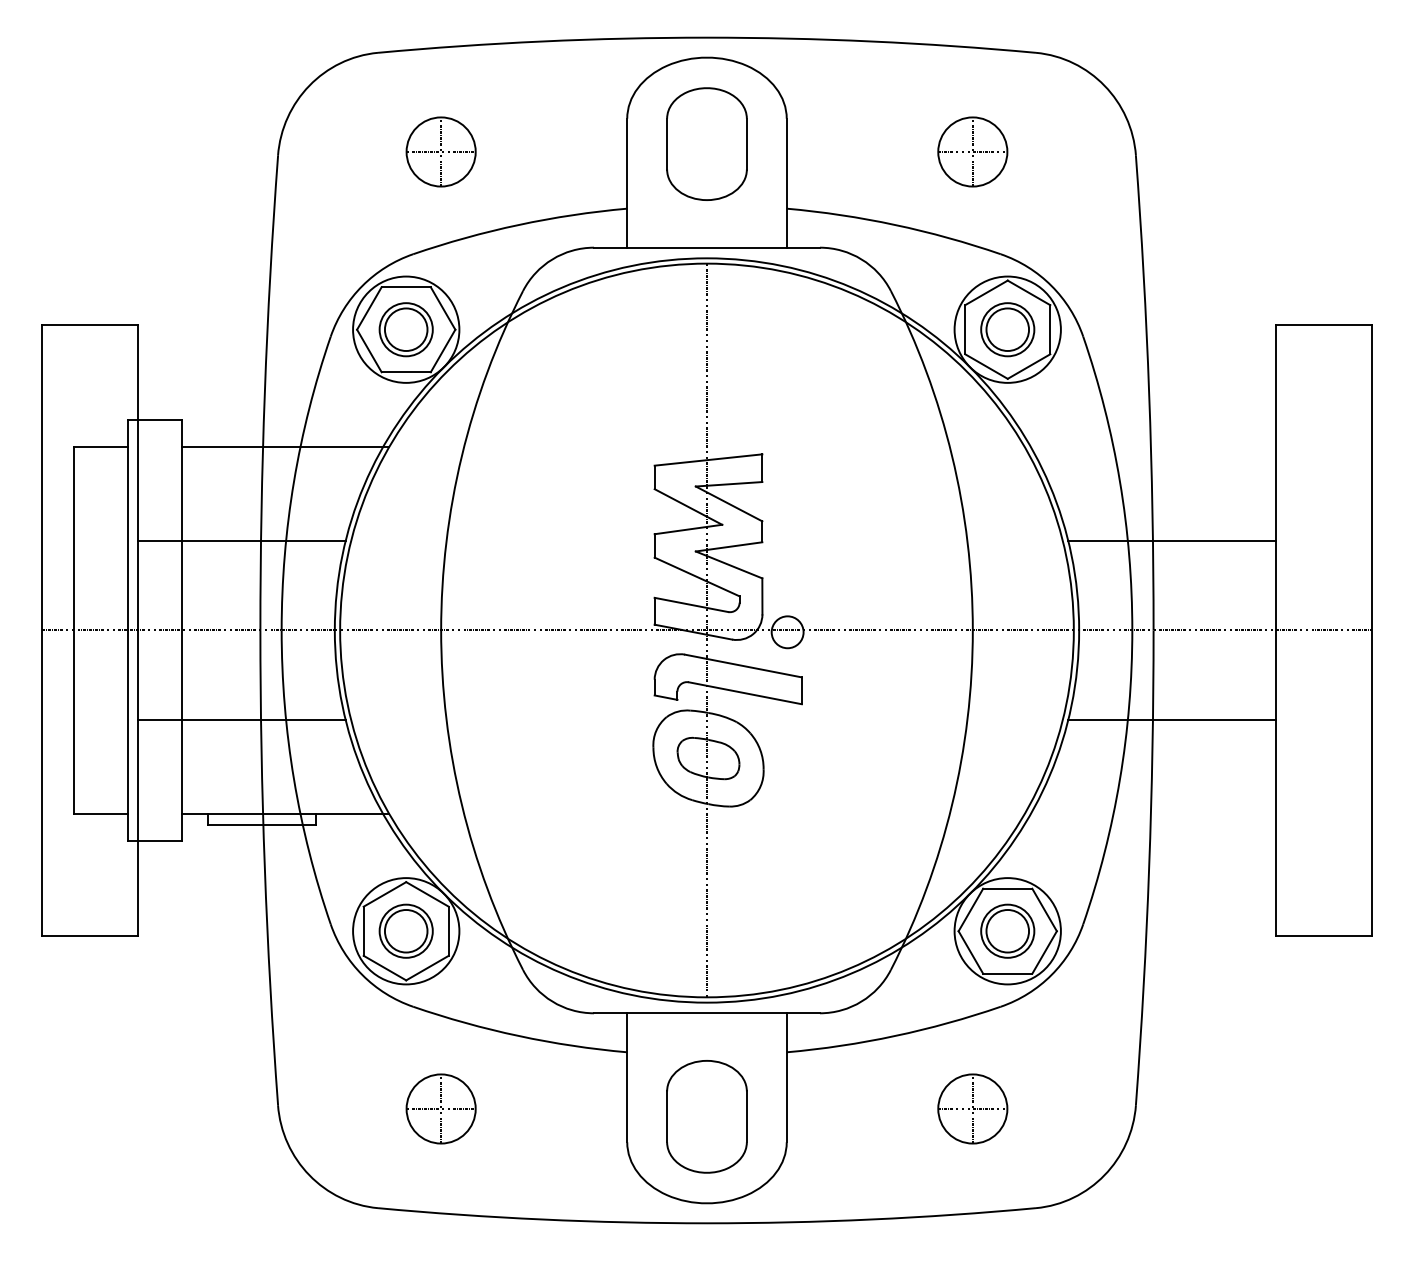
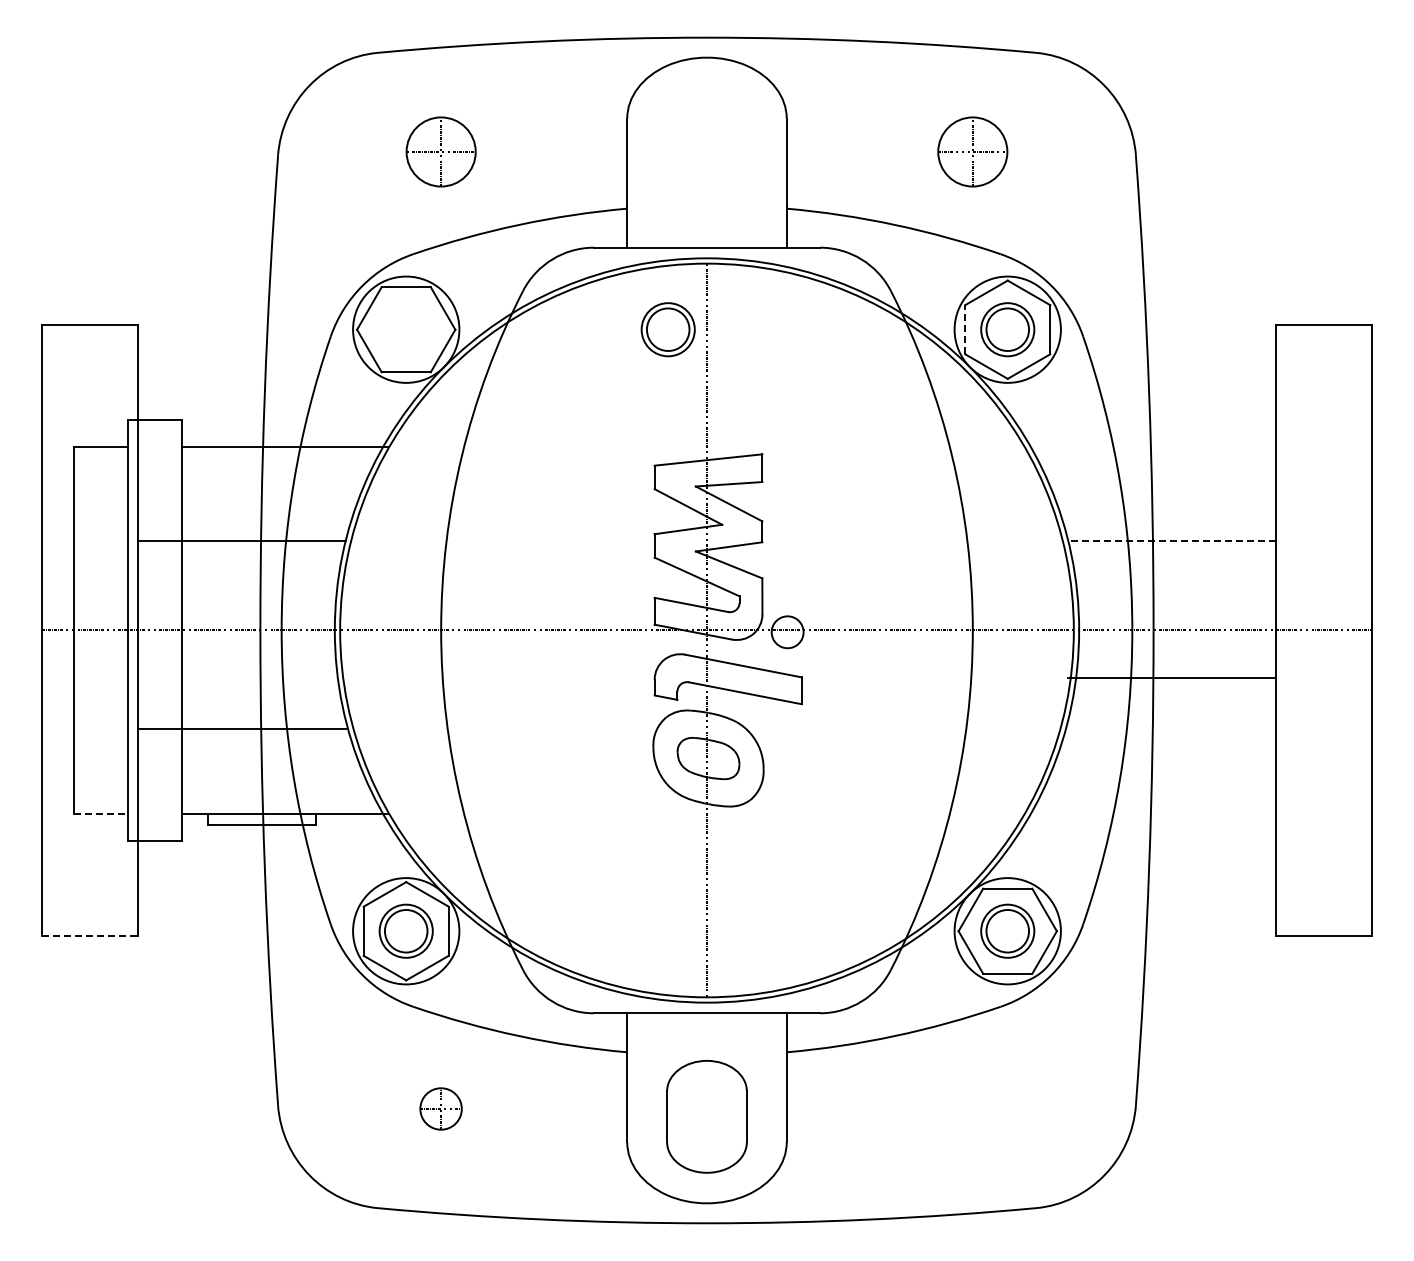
part at (706, 143): present -> none
part at (405, 329) position: (405, 329) -> (667, 329)
line at (965, 329): solid -> dashed
line at (1172, 541): solid -> dashed
line at (241, 719) position: (241, 719) -> (241, 728)
line at (1171, 719) position: (1171, 719) -> (1171, 677)
line at (101, 813): solid -> dashed
line at (90, 936): solid -> dashed
part at (440, 1108) size: 72x72 px -> 44x44 px
part at (972, 1108): present -> none
